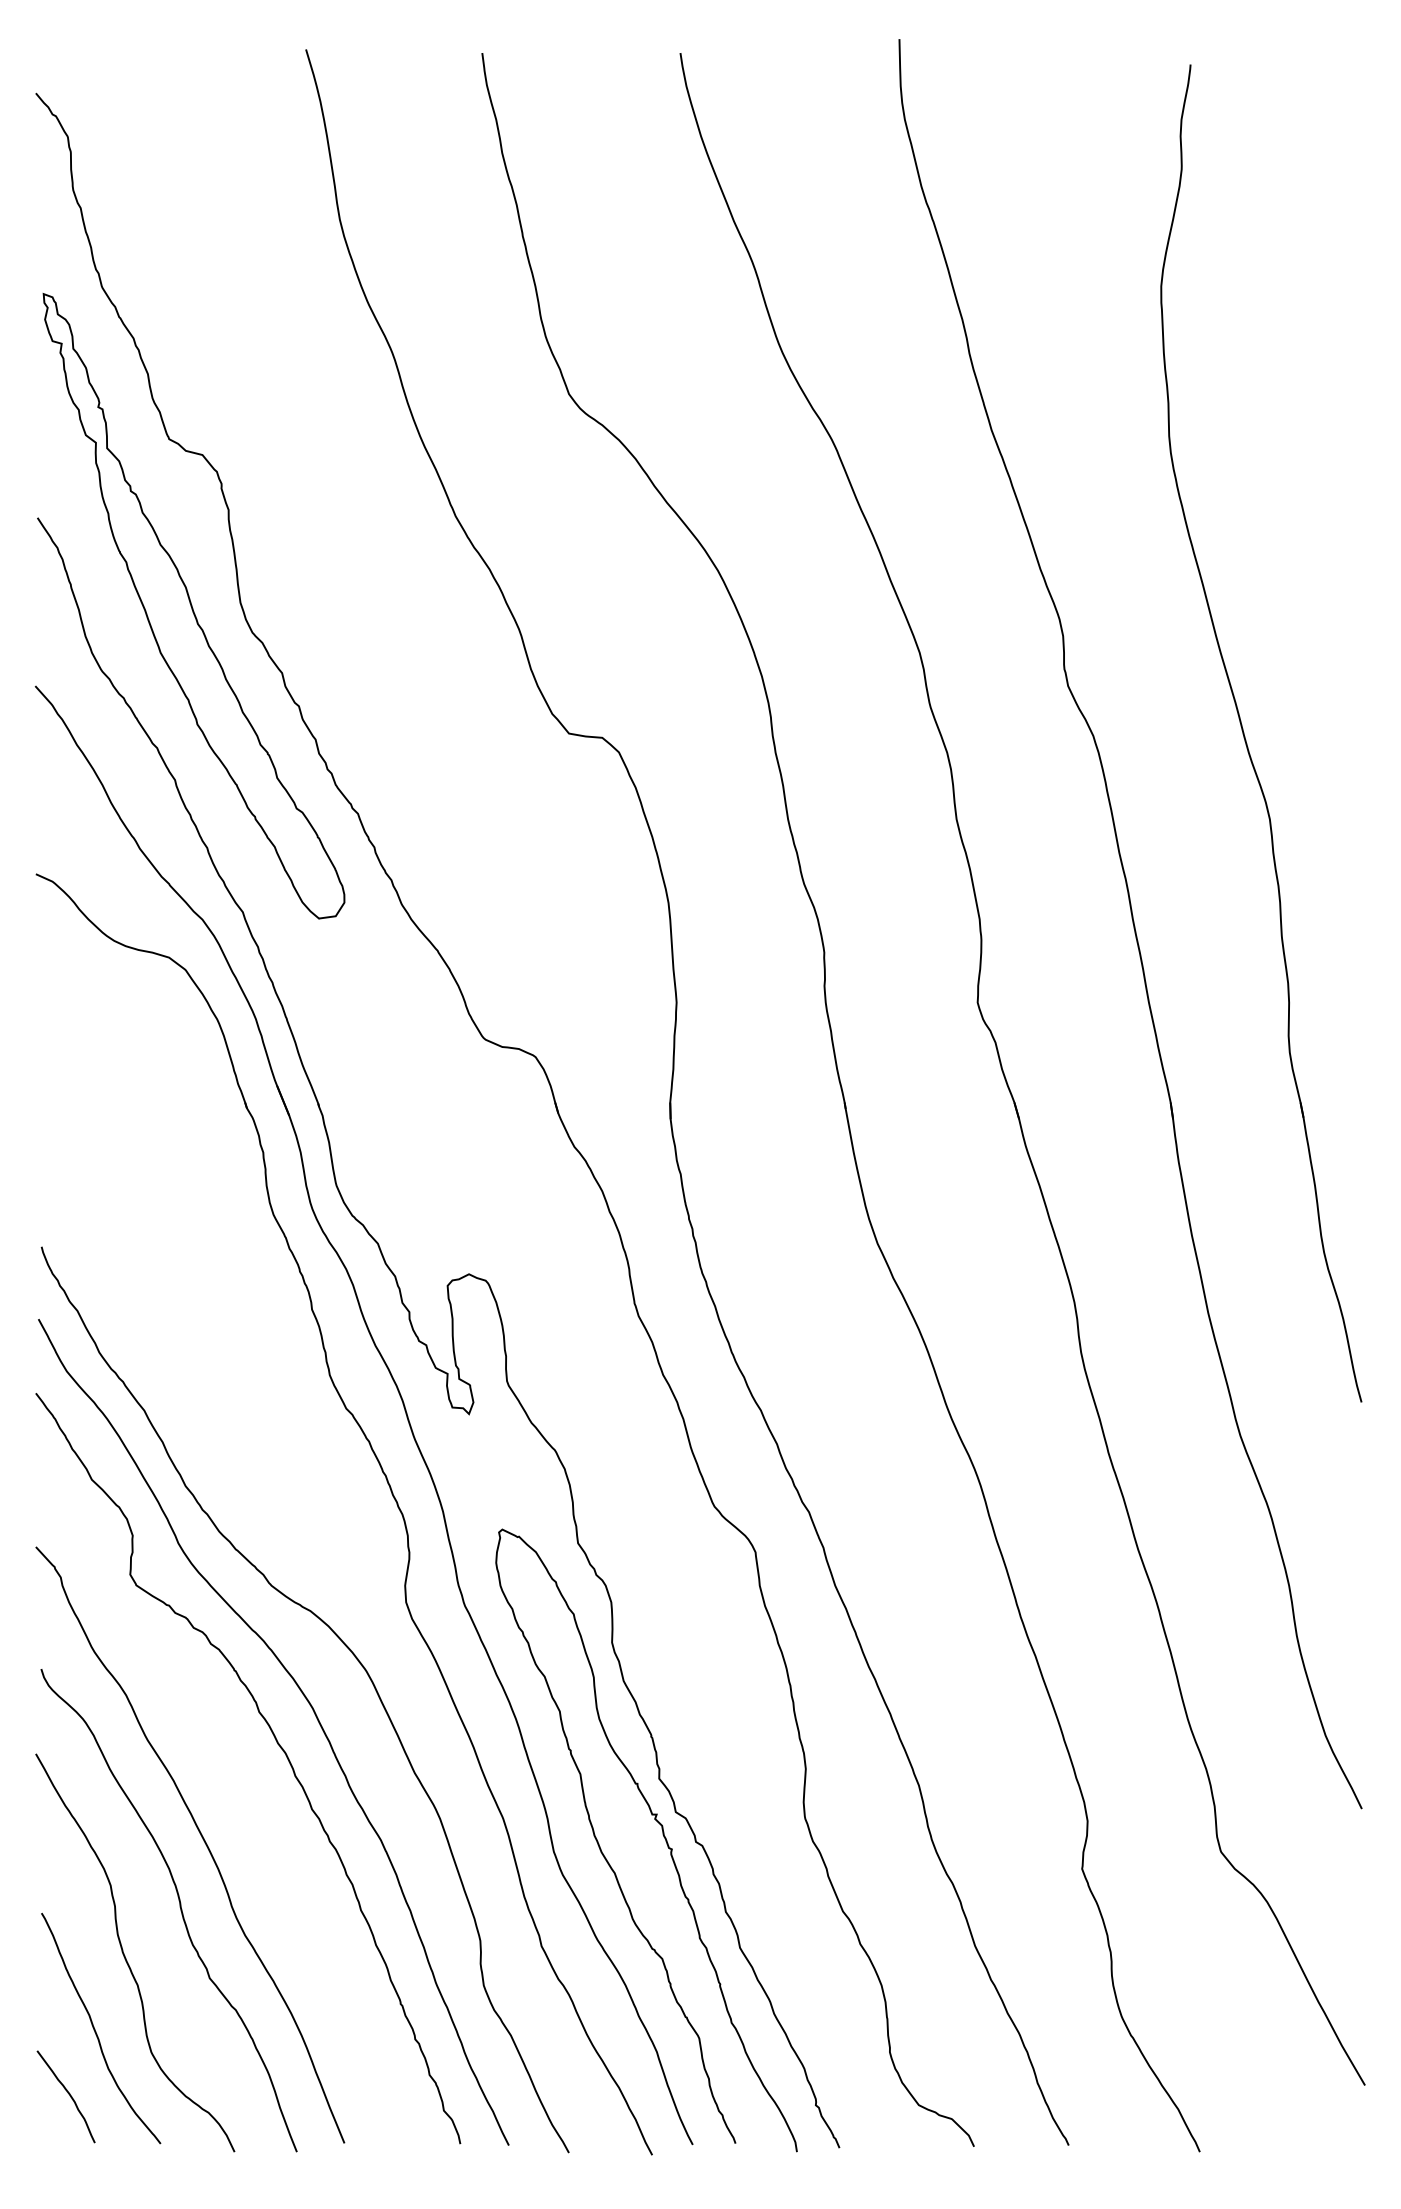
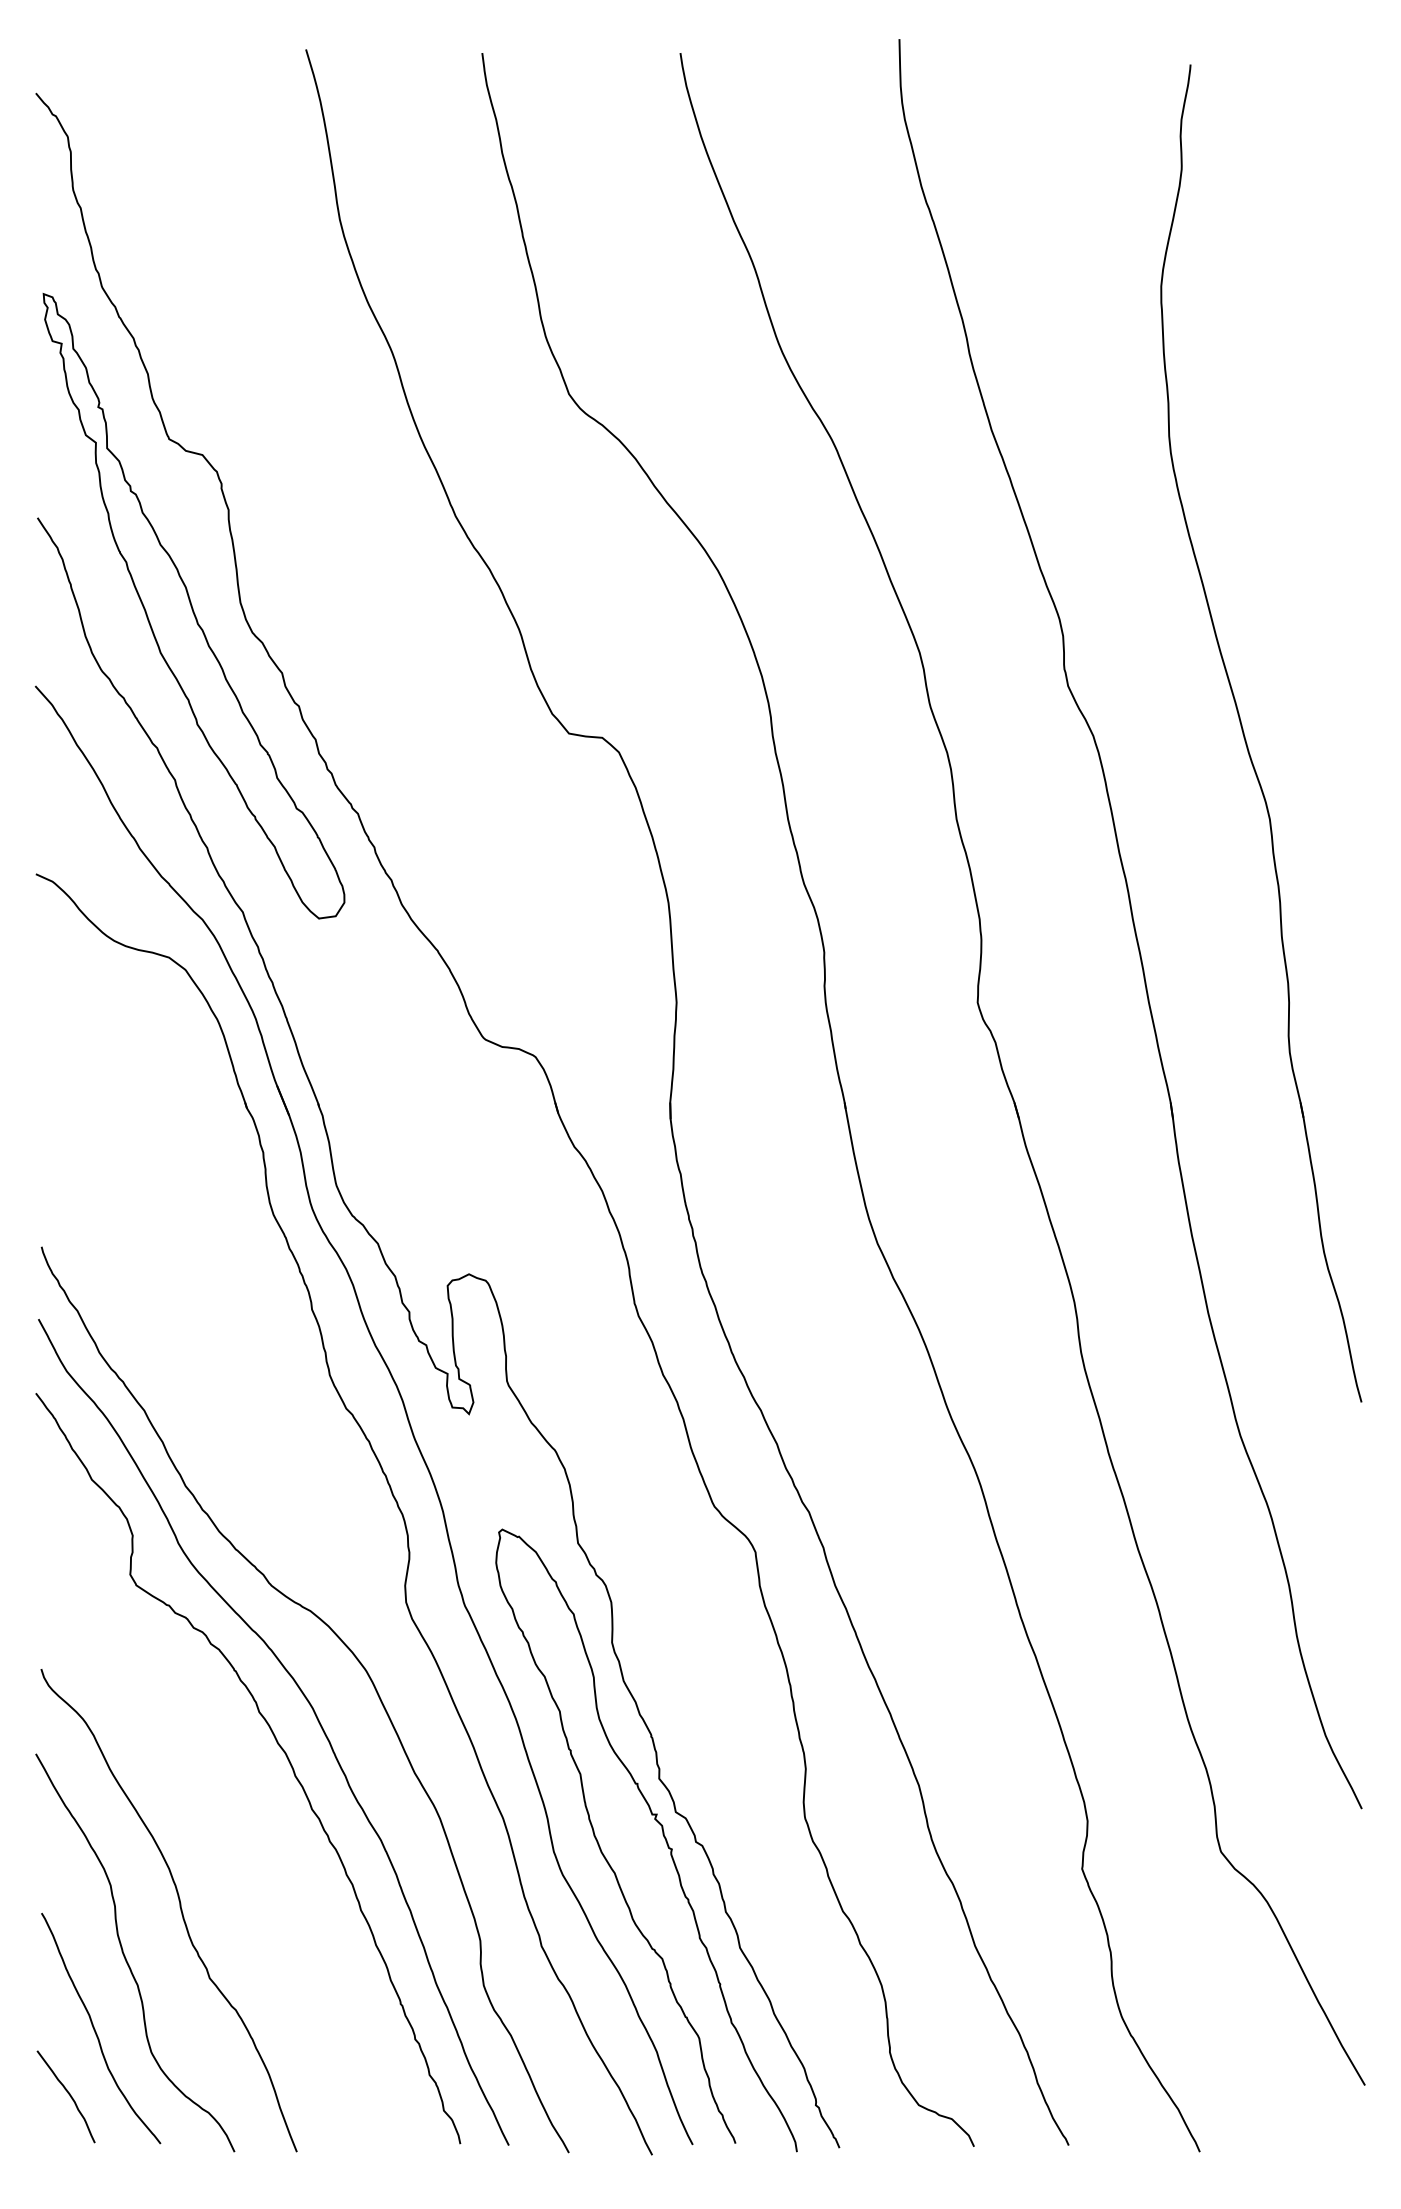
curve at (202, 1839): present -> none
